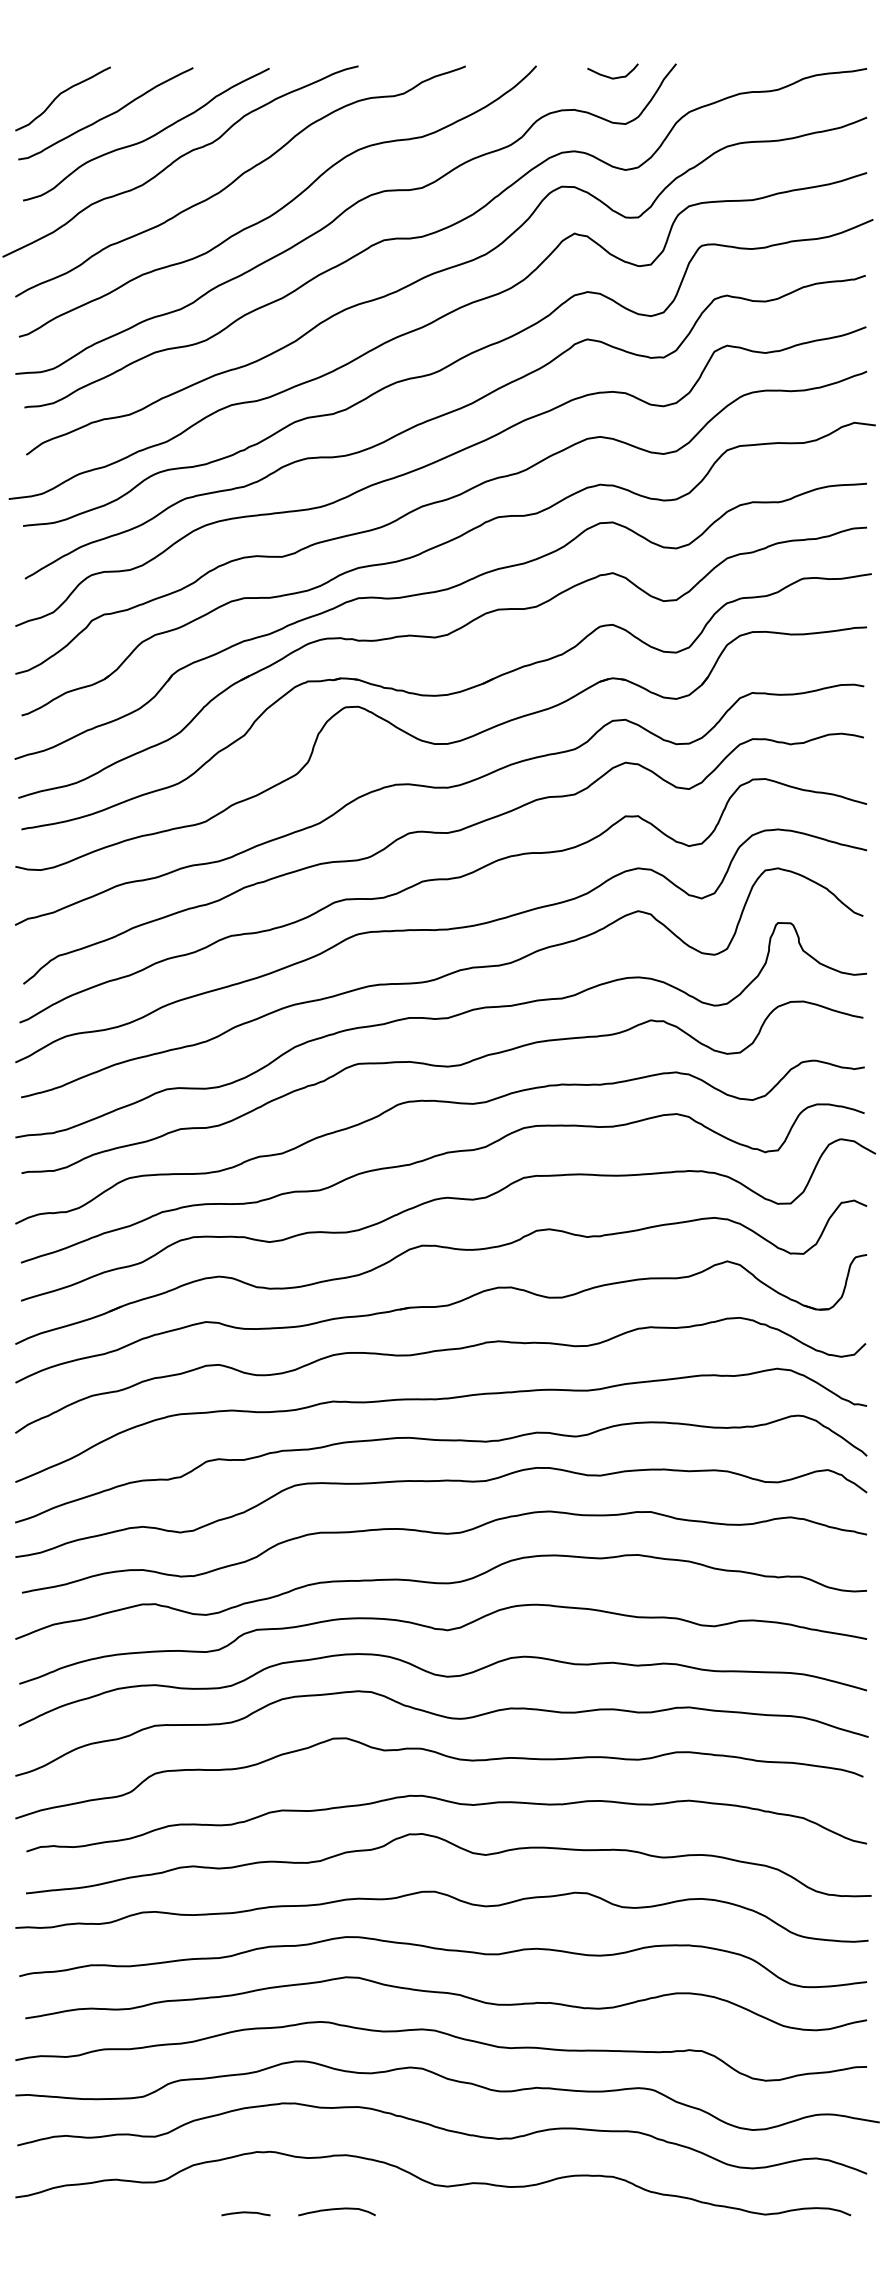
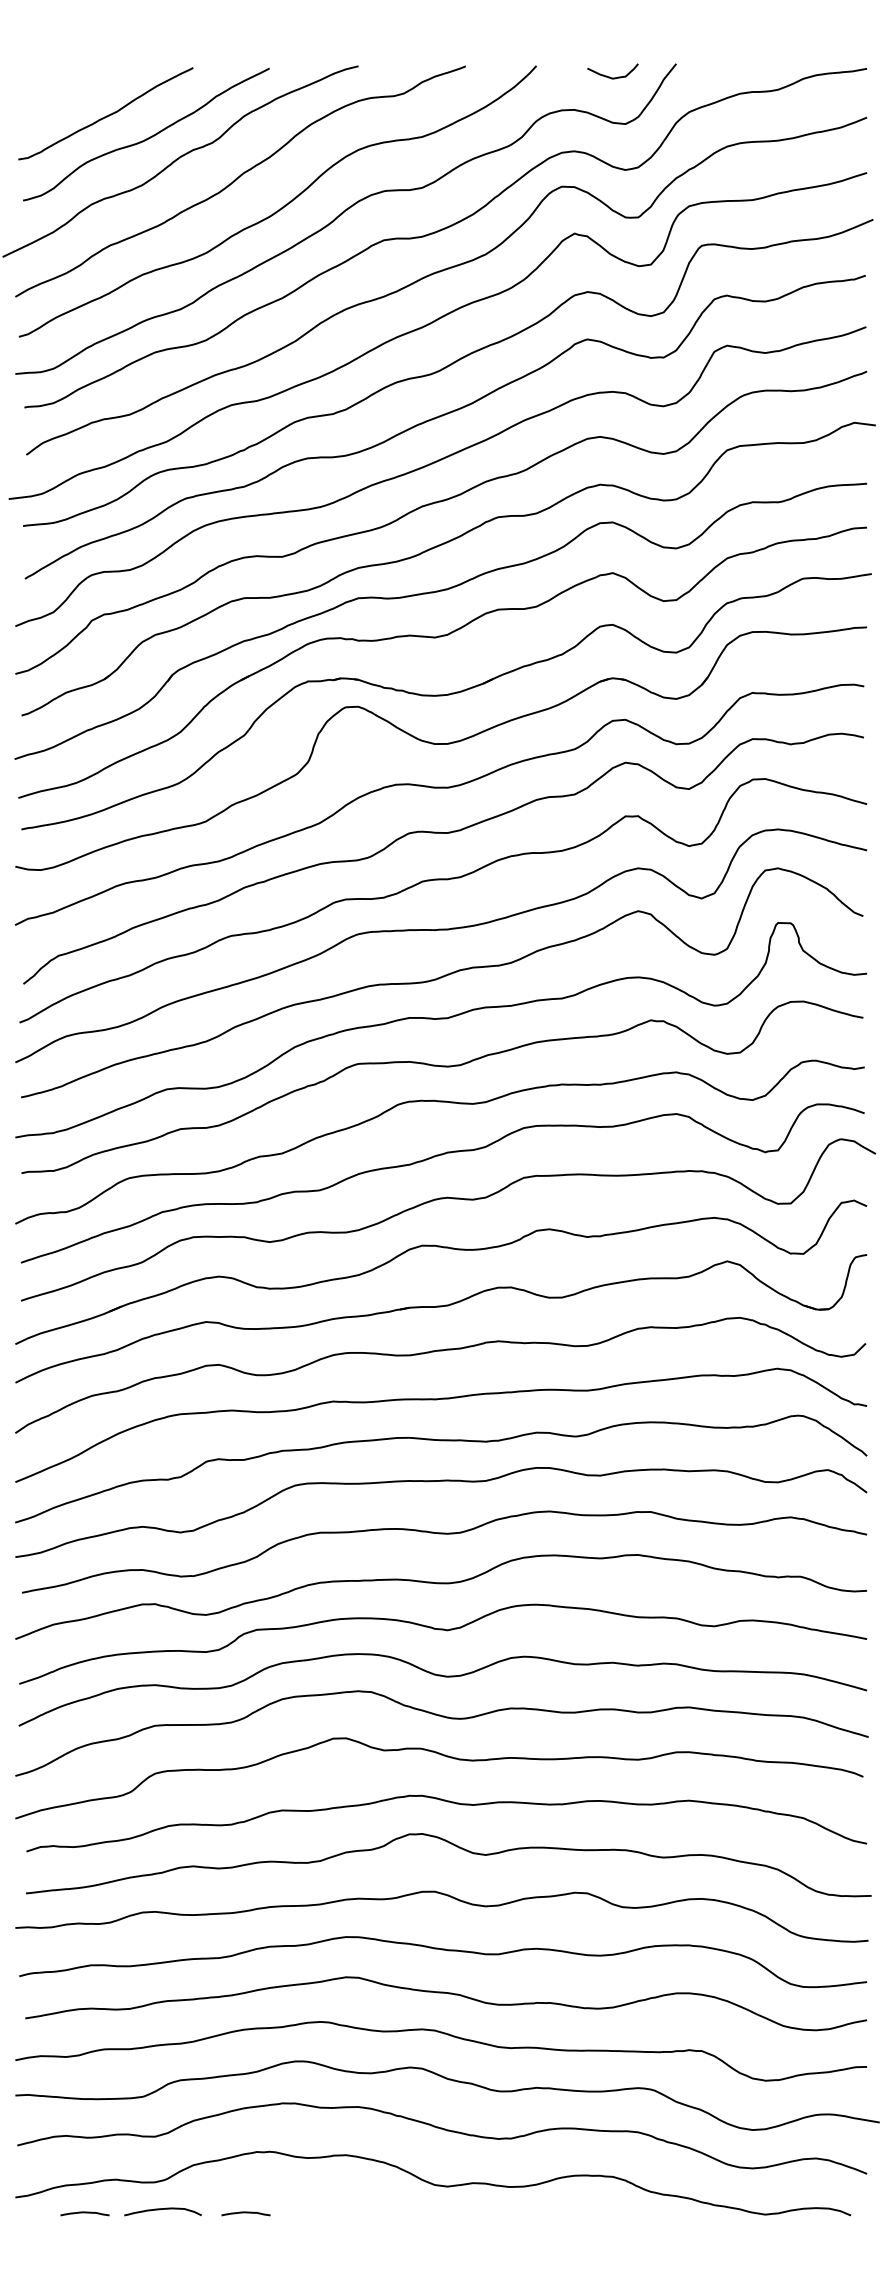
curve at (60, 95): present -> none
curve at (336, 2209) position: (336, 2209) -> (162, 2209)
curve at (84, 2213): none -> present
